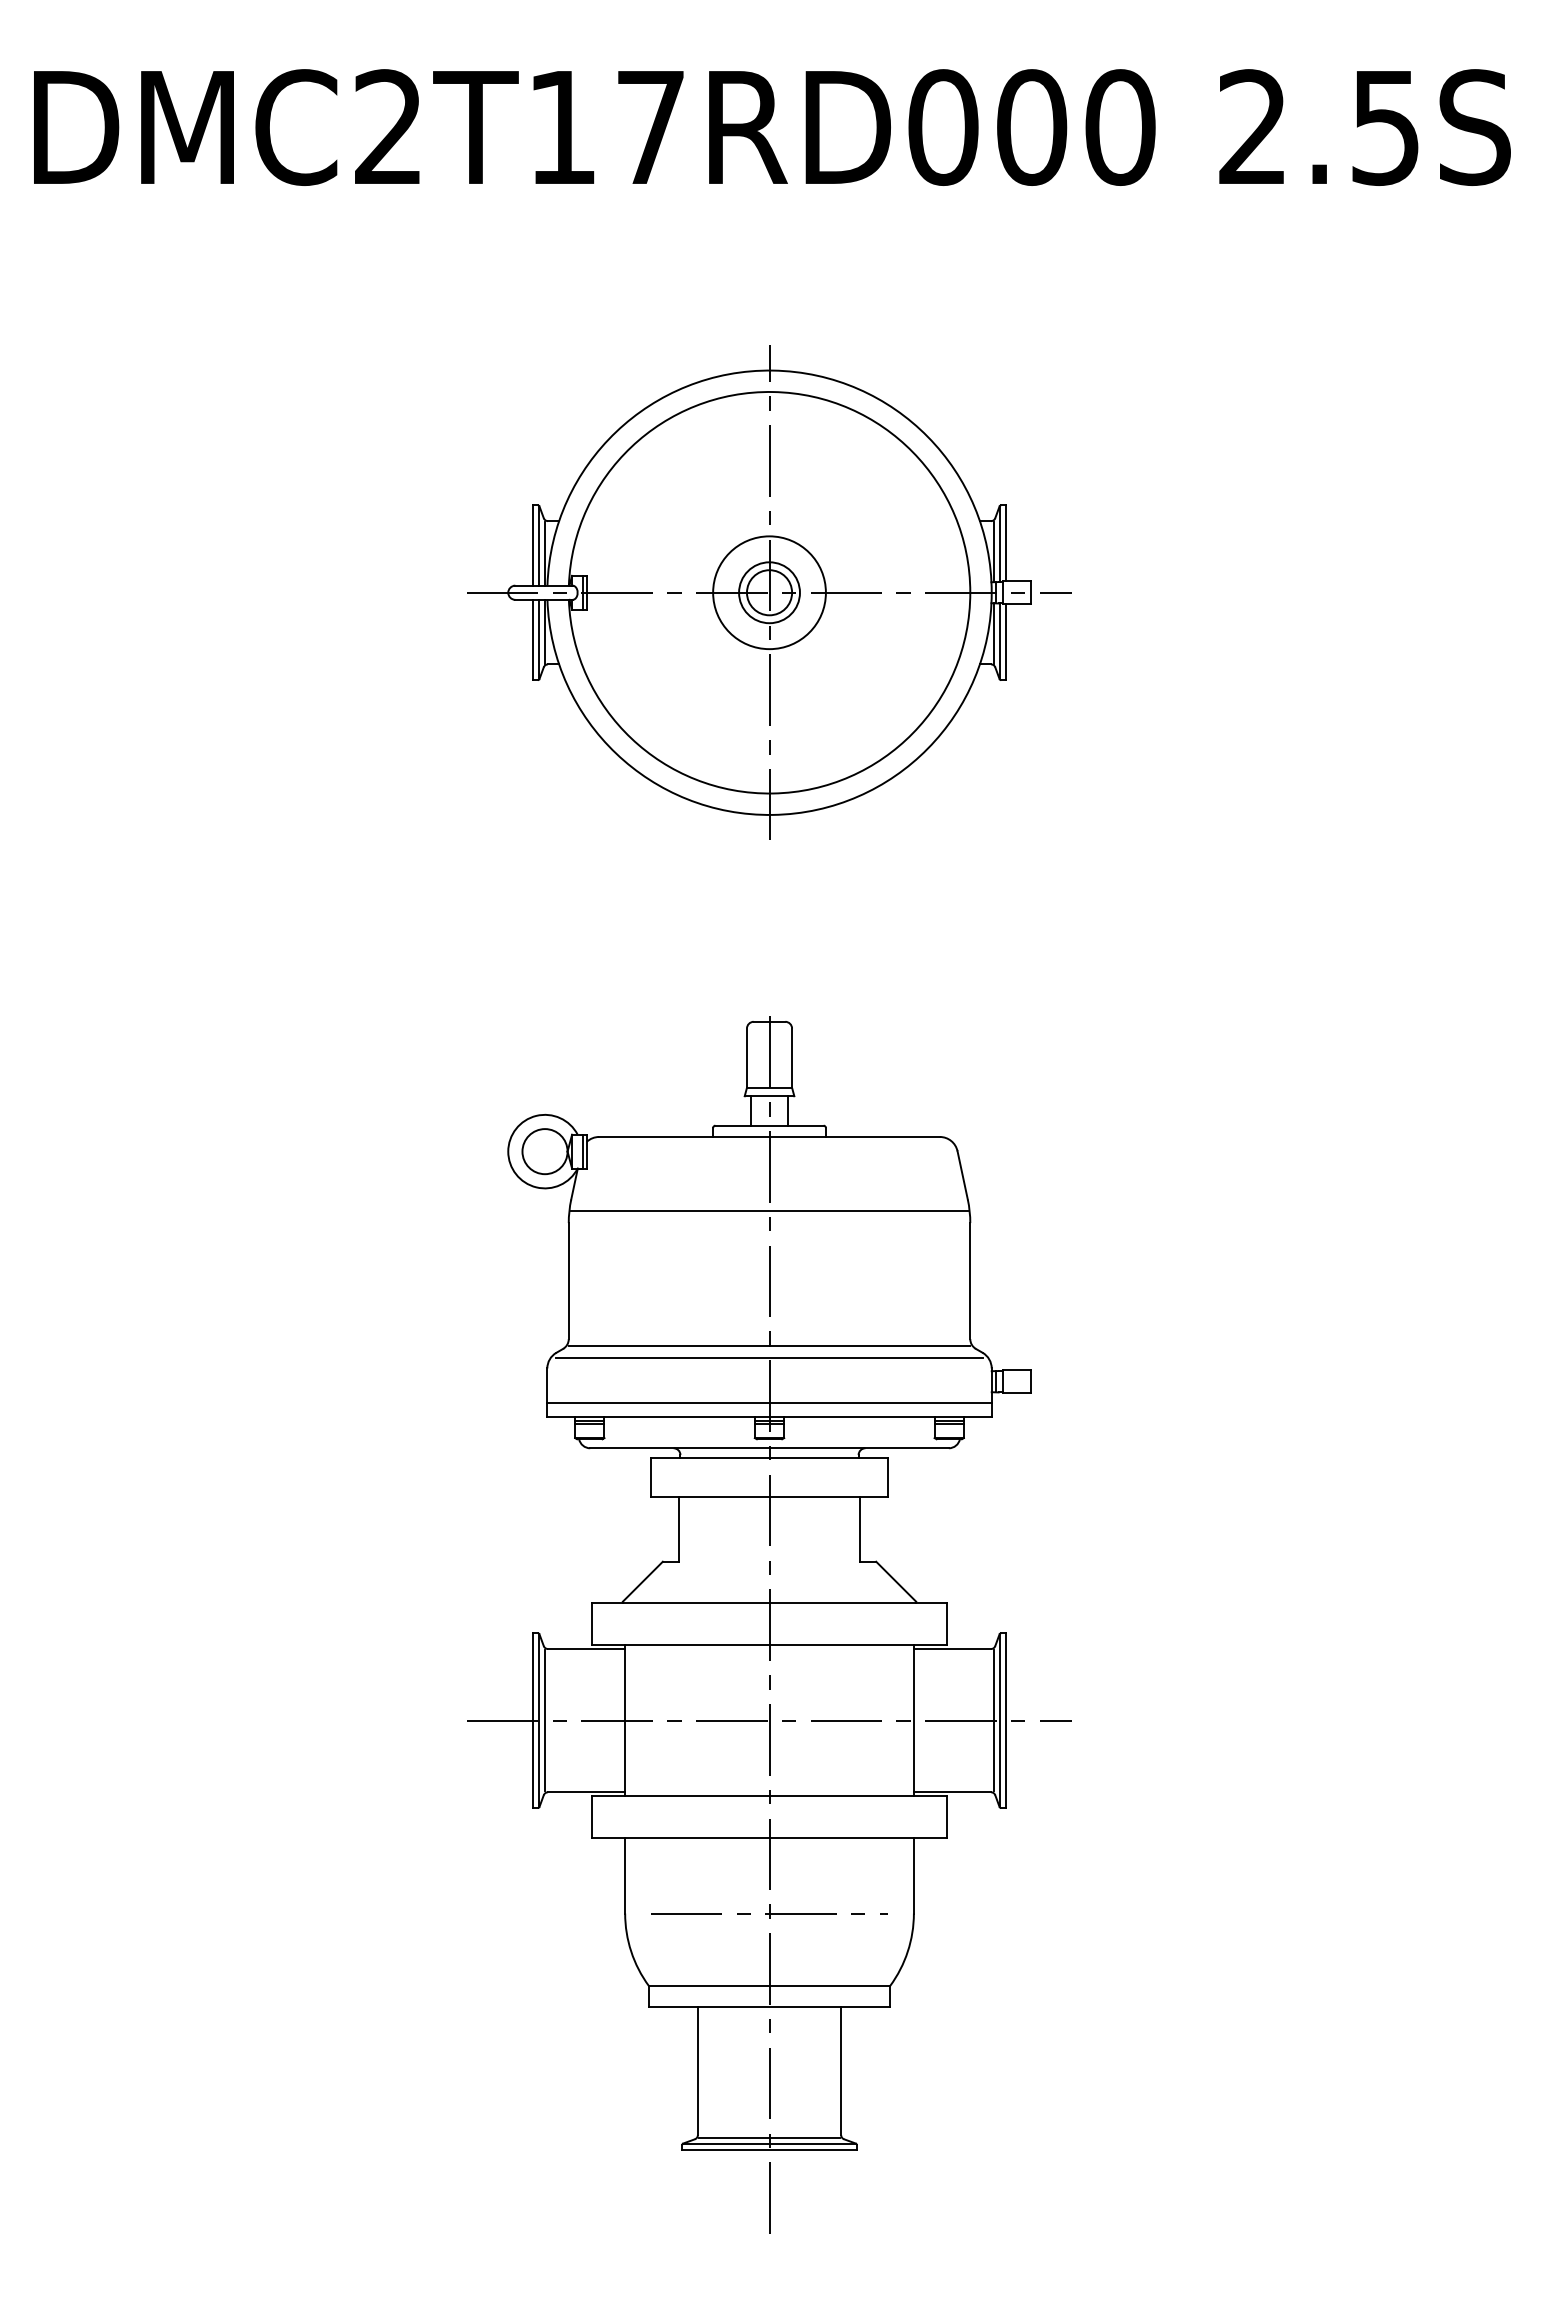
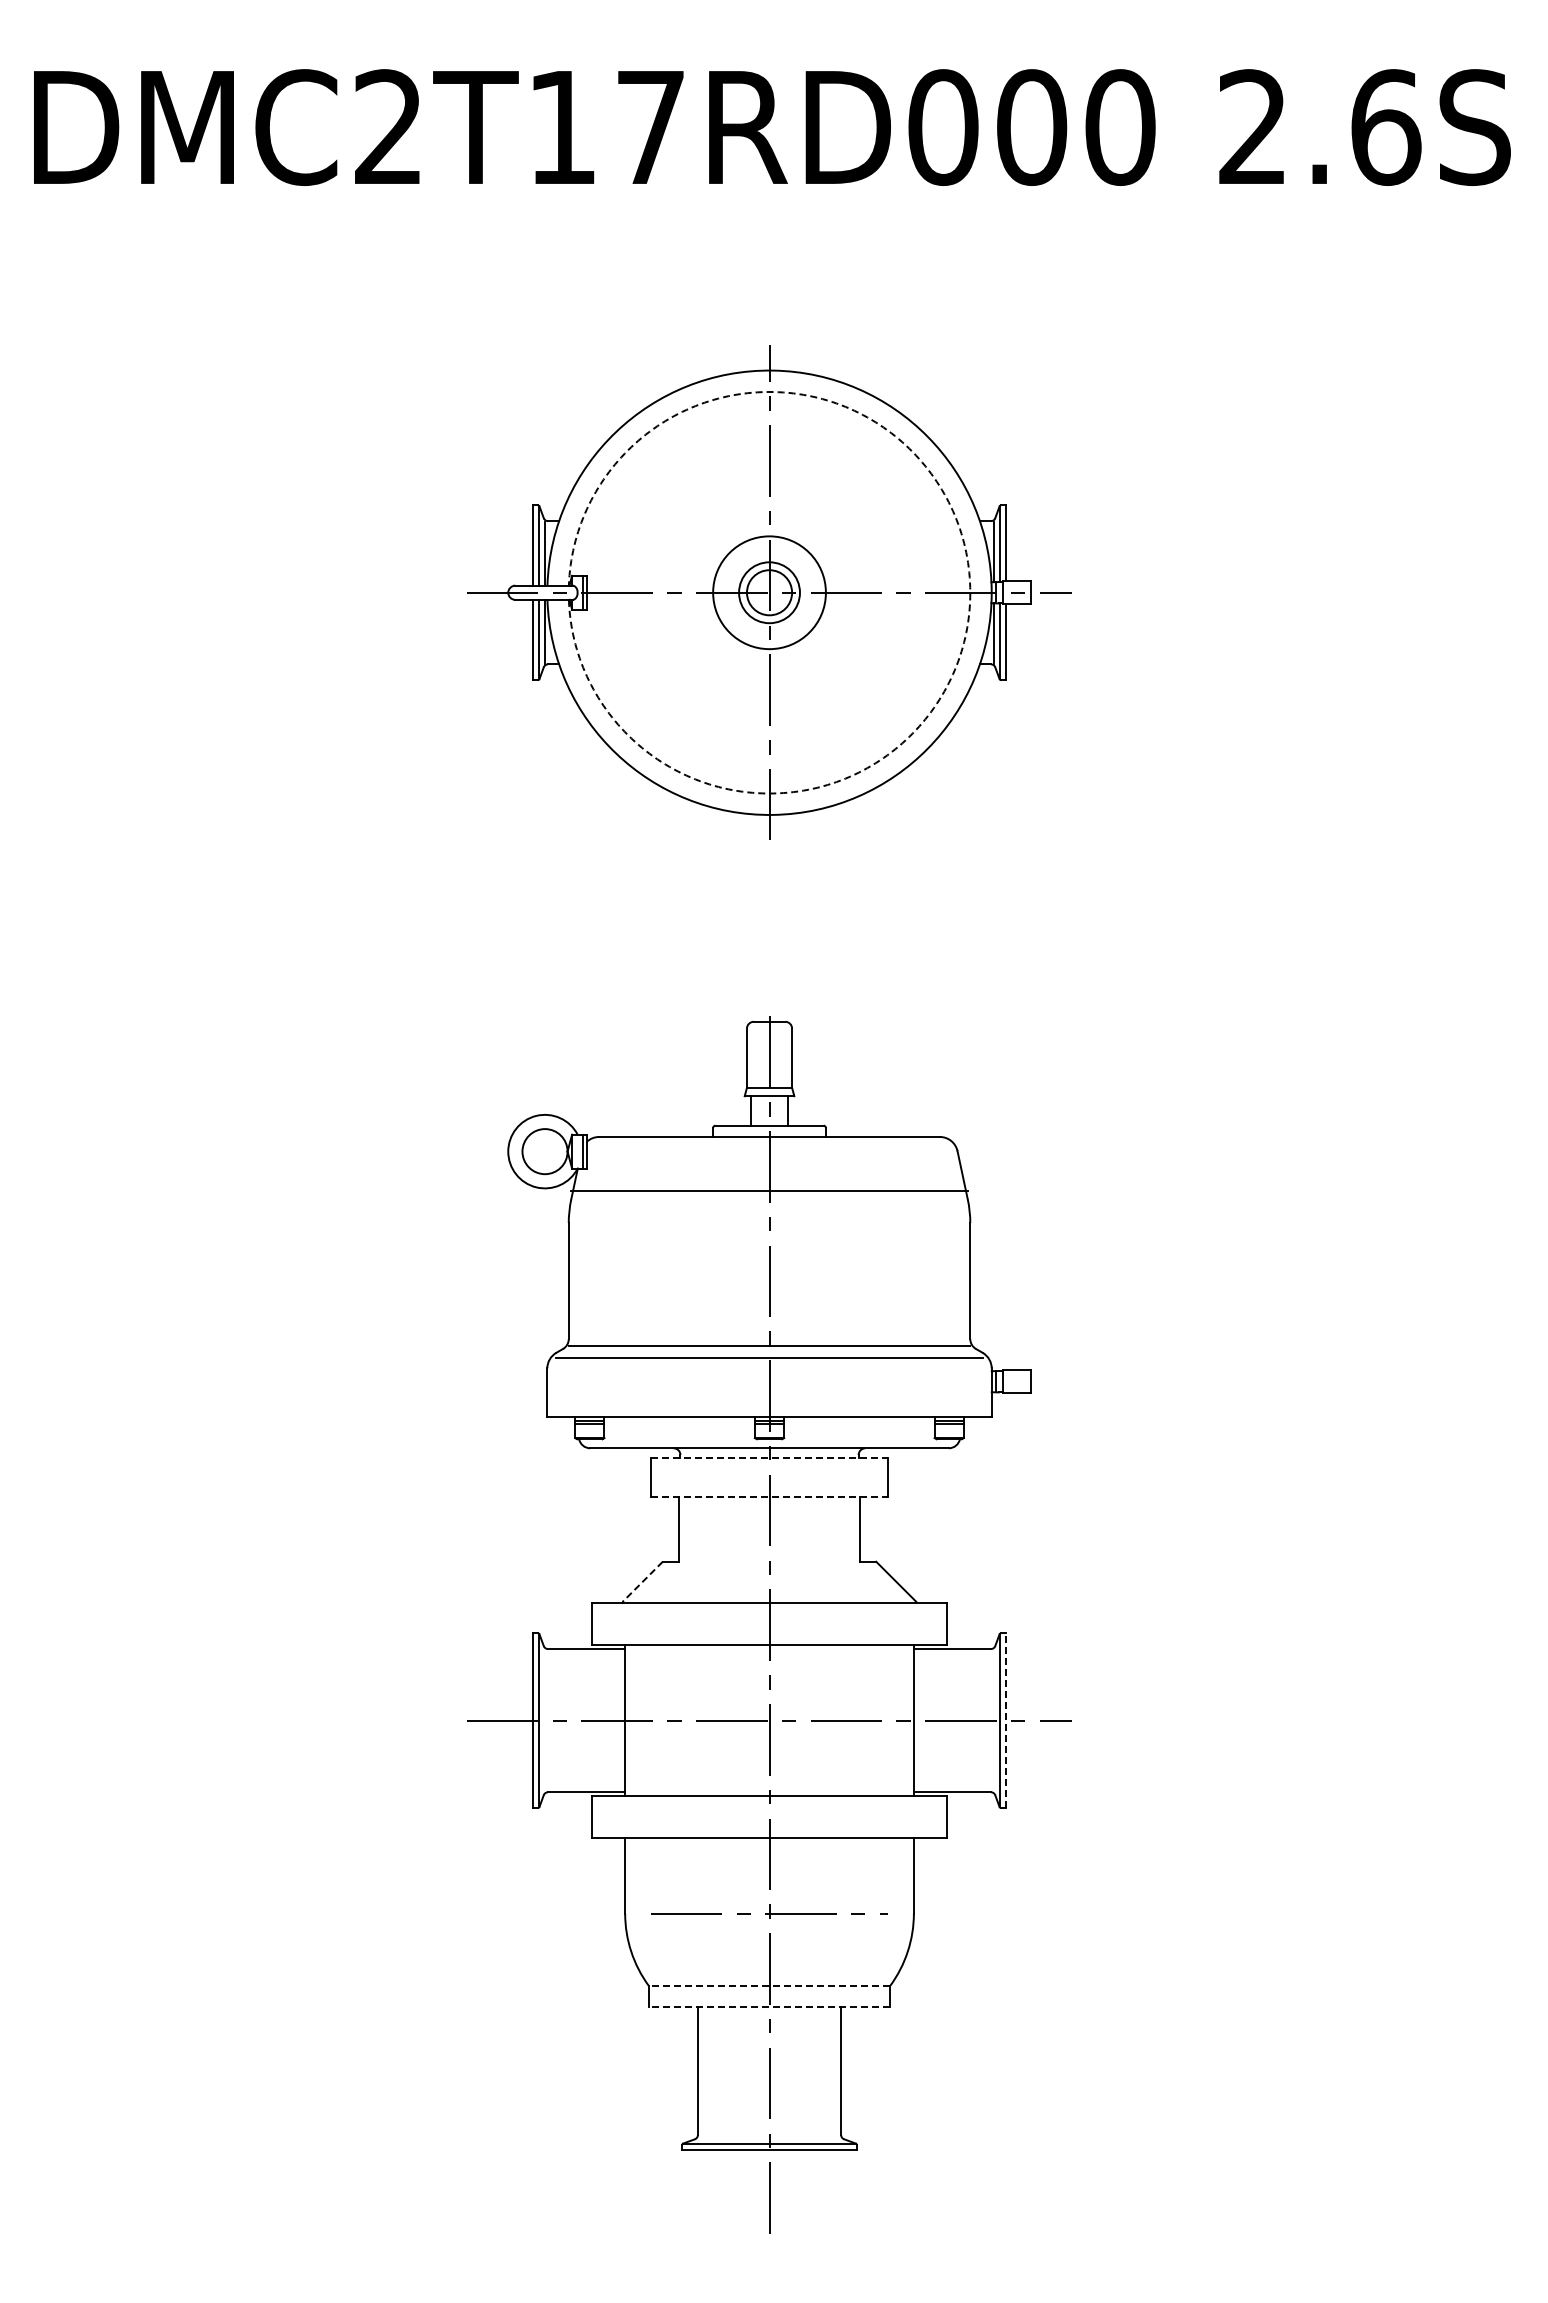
text at (1386, 127): 2.5S -> 2.6S
arc at (970, 592): solid -> dashed
line at (769, 1211) position: (769, 1211) -> (769, 1191)
line at (769, 1403): present -> none
line at (770, 1458): solid -> dashed
line at (770, 1496): solid -> dashed
line at (642, 1582): solid -> dashed
line at (544, 1720): present -> none
line at (994, 1720): present -> none
line at (1006, 1720): solid -> dashed
line at (769, 1985): solid -> dashed
line at (769, 2006): solid -> dashed
line at (769, 2138): present -> none
